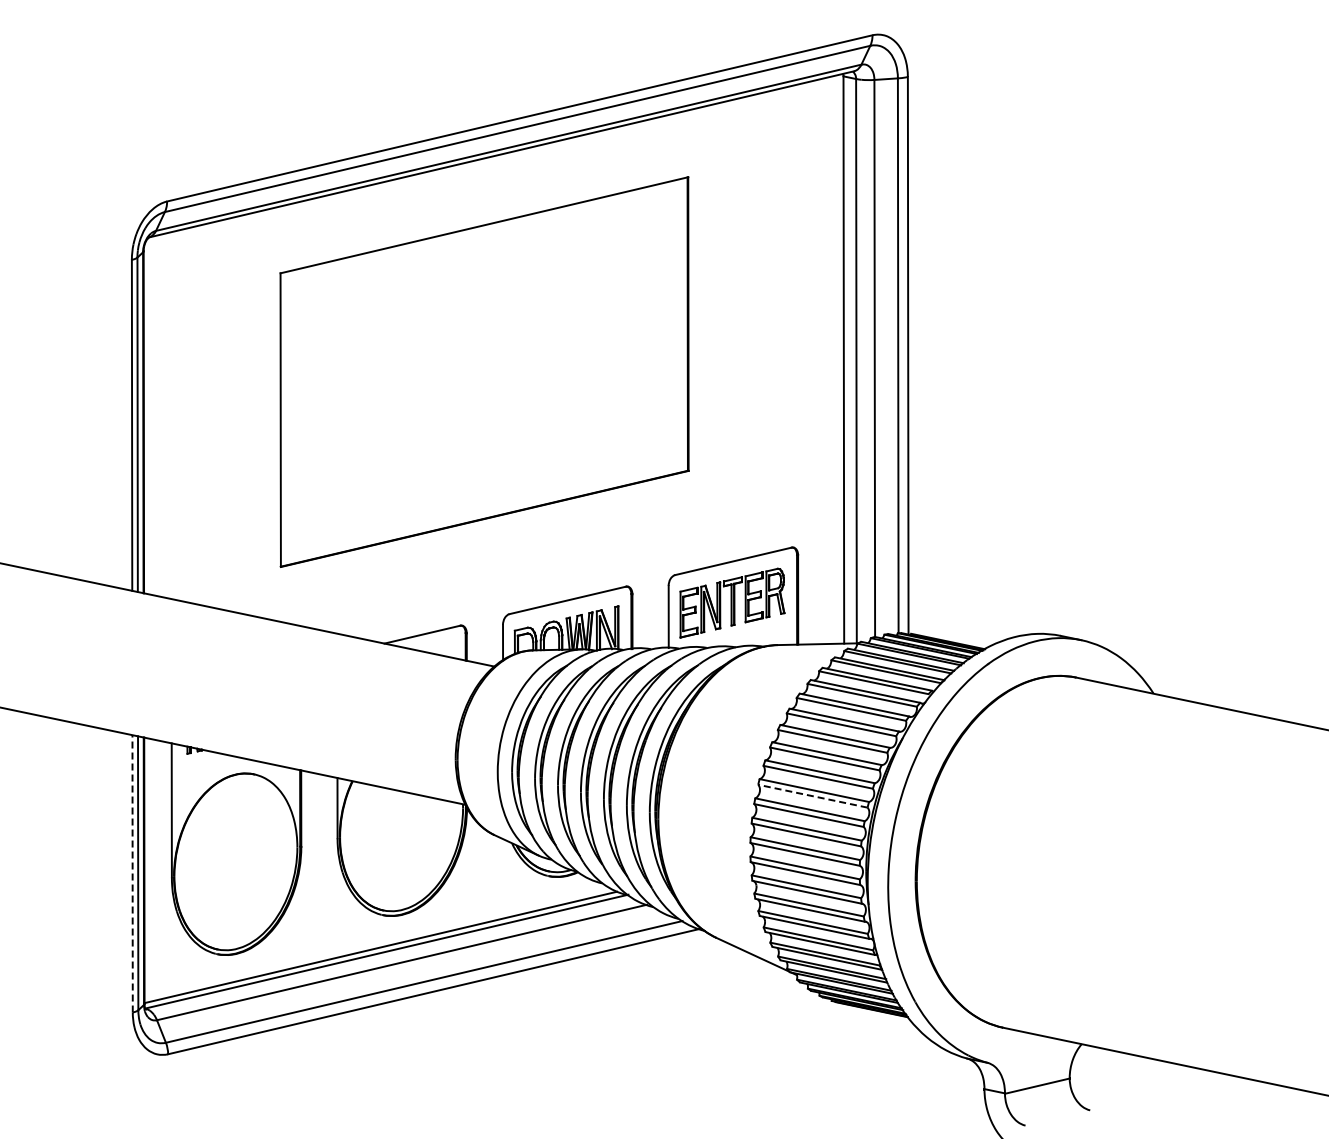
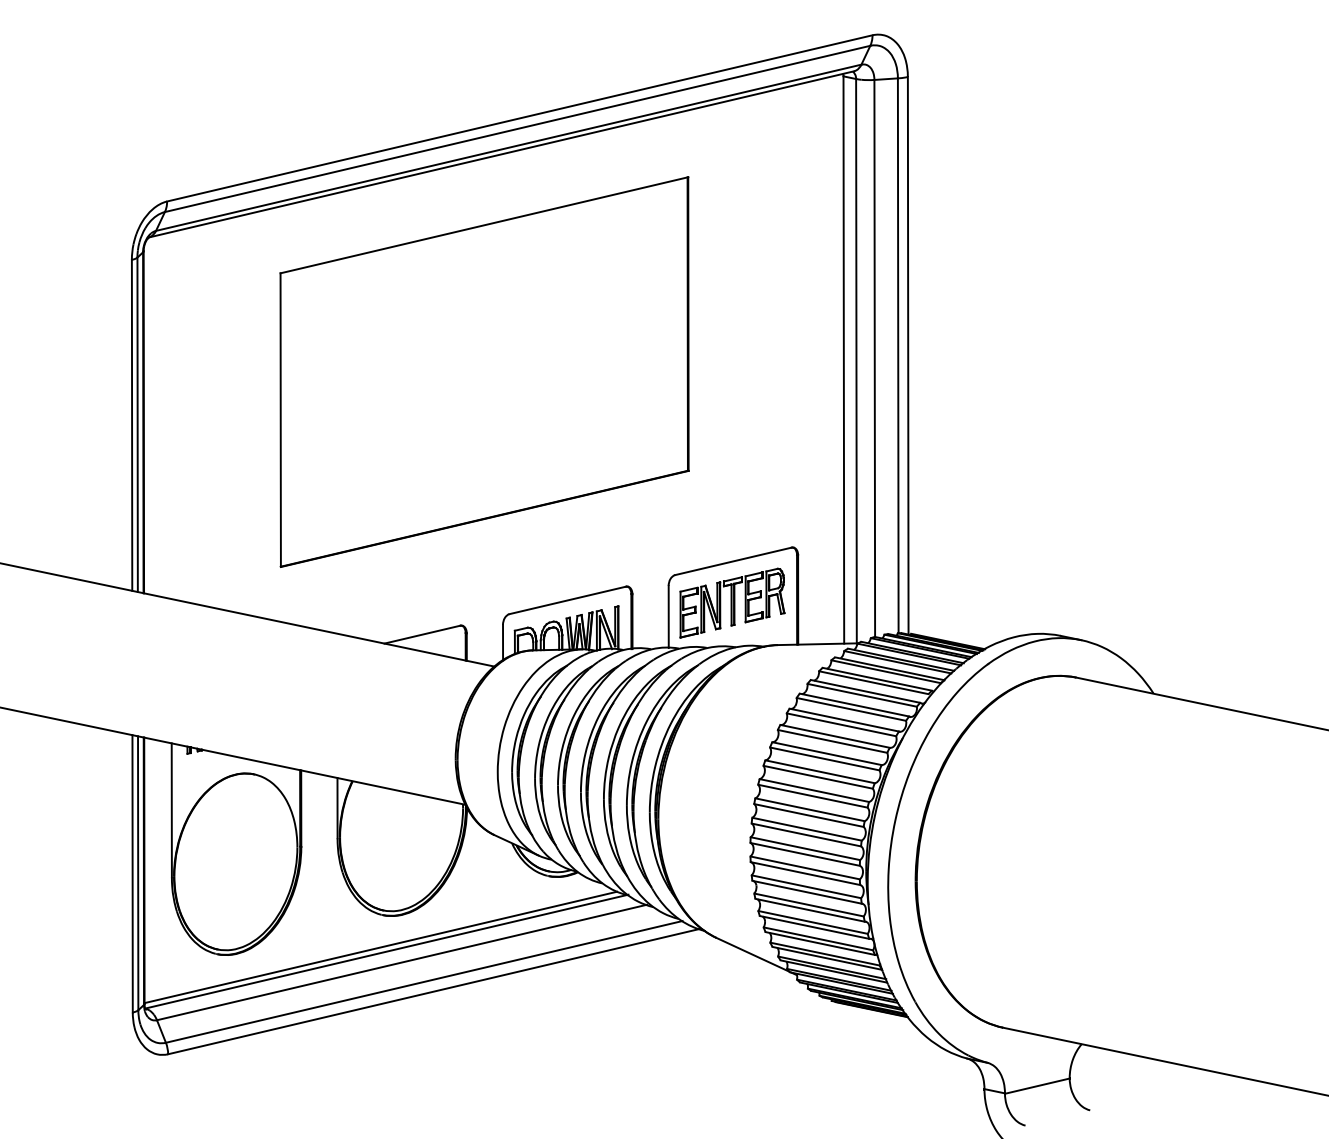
line at (812, 796): dashed -> solid
line at (132, 873): dashed -> solid
